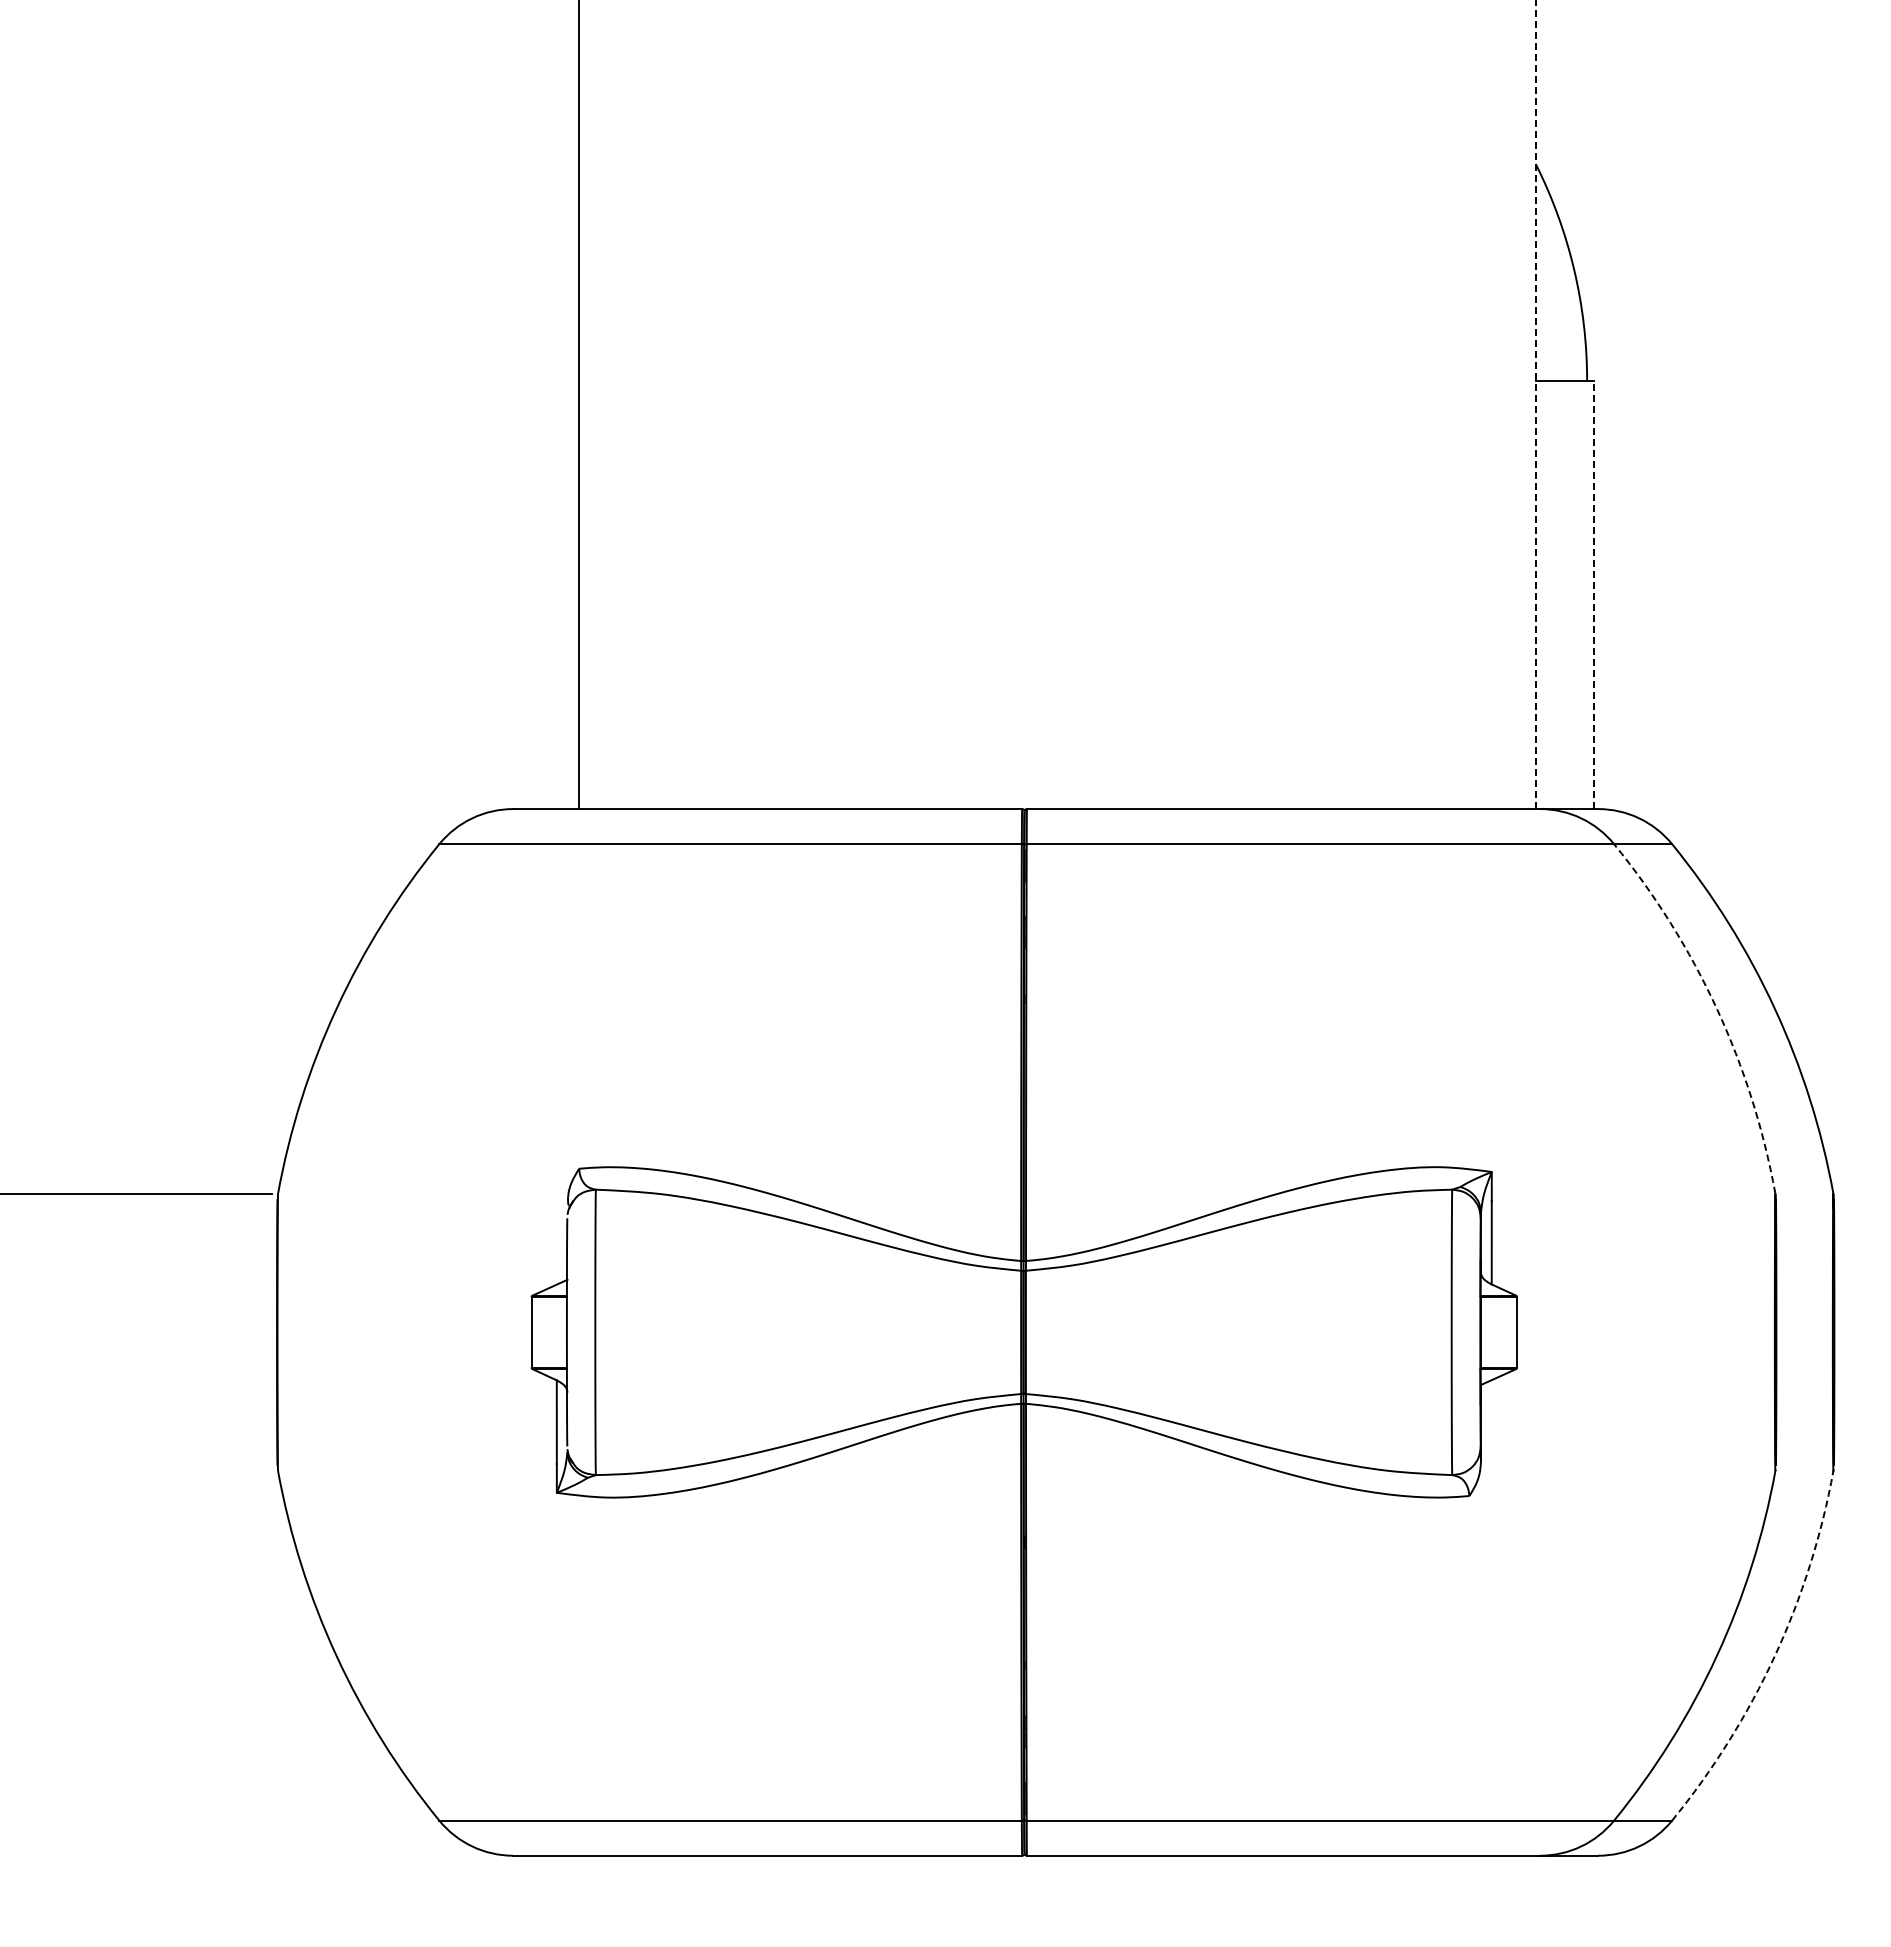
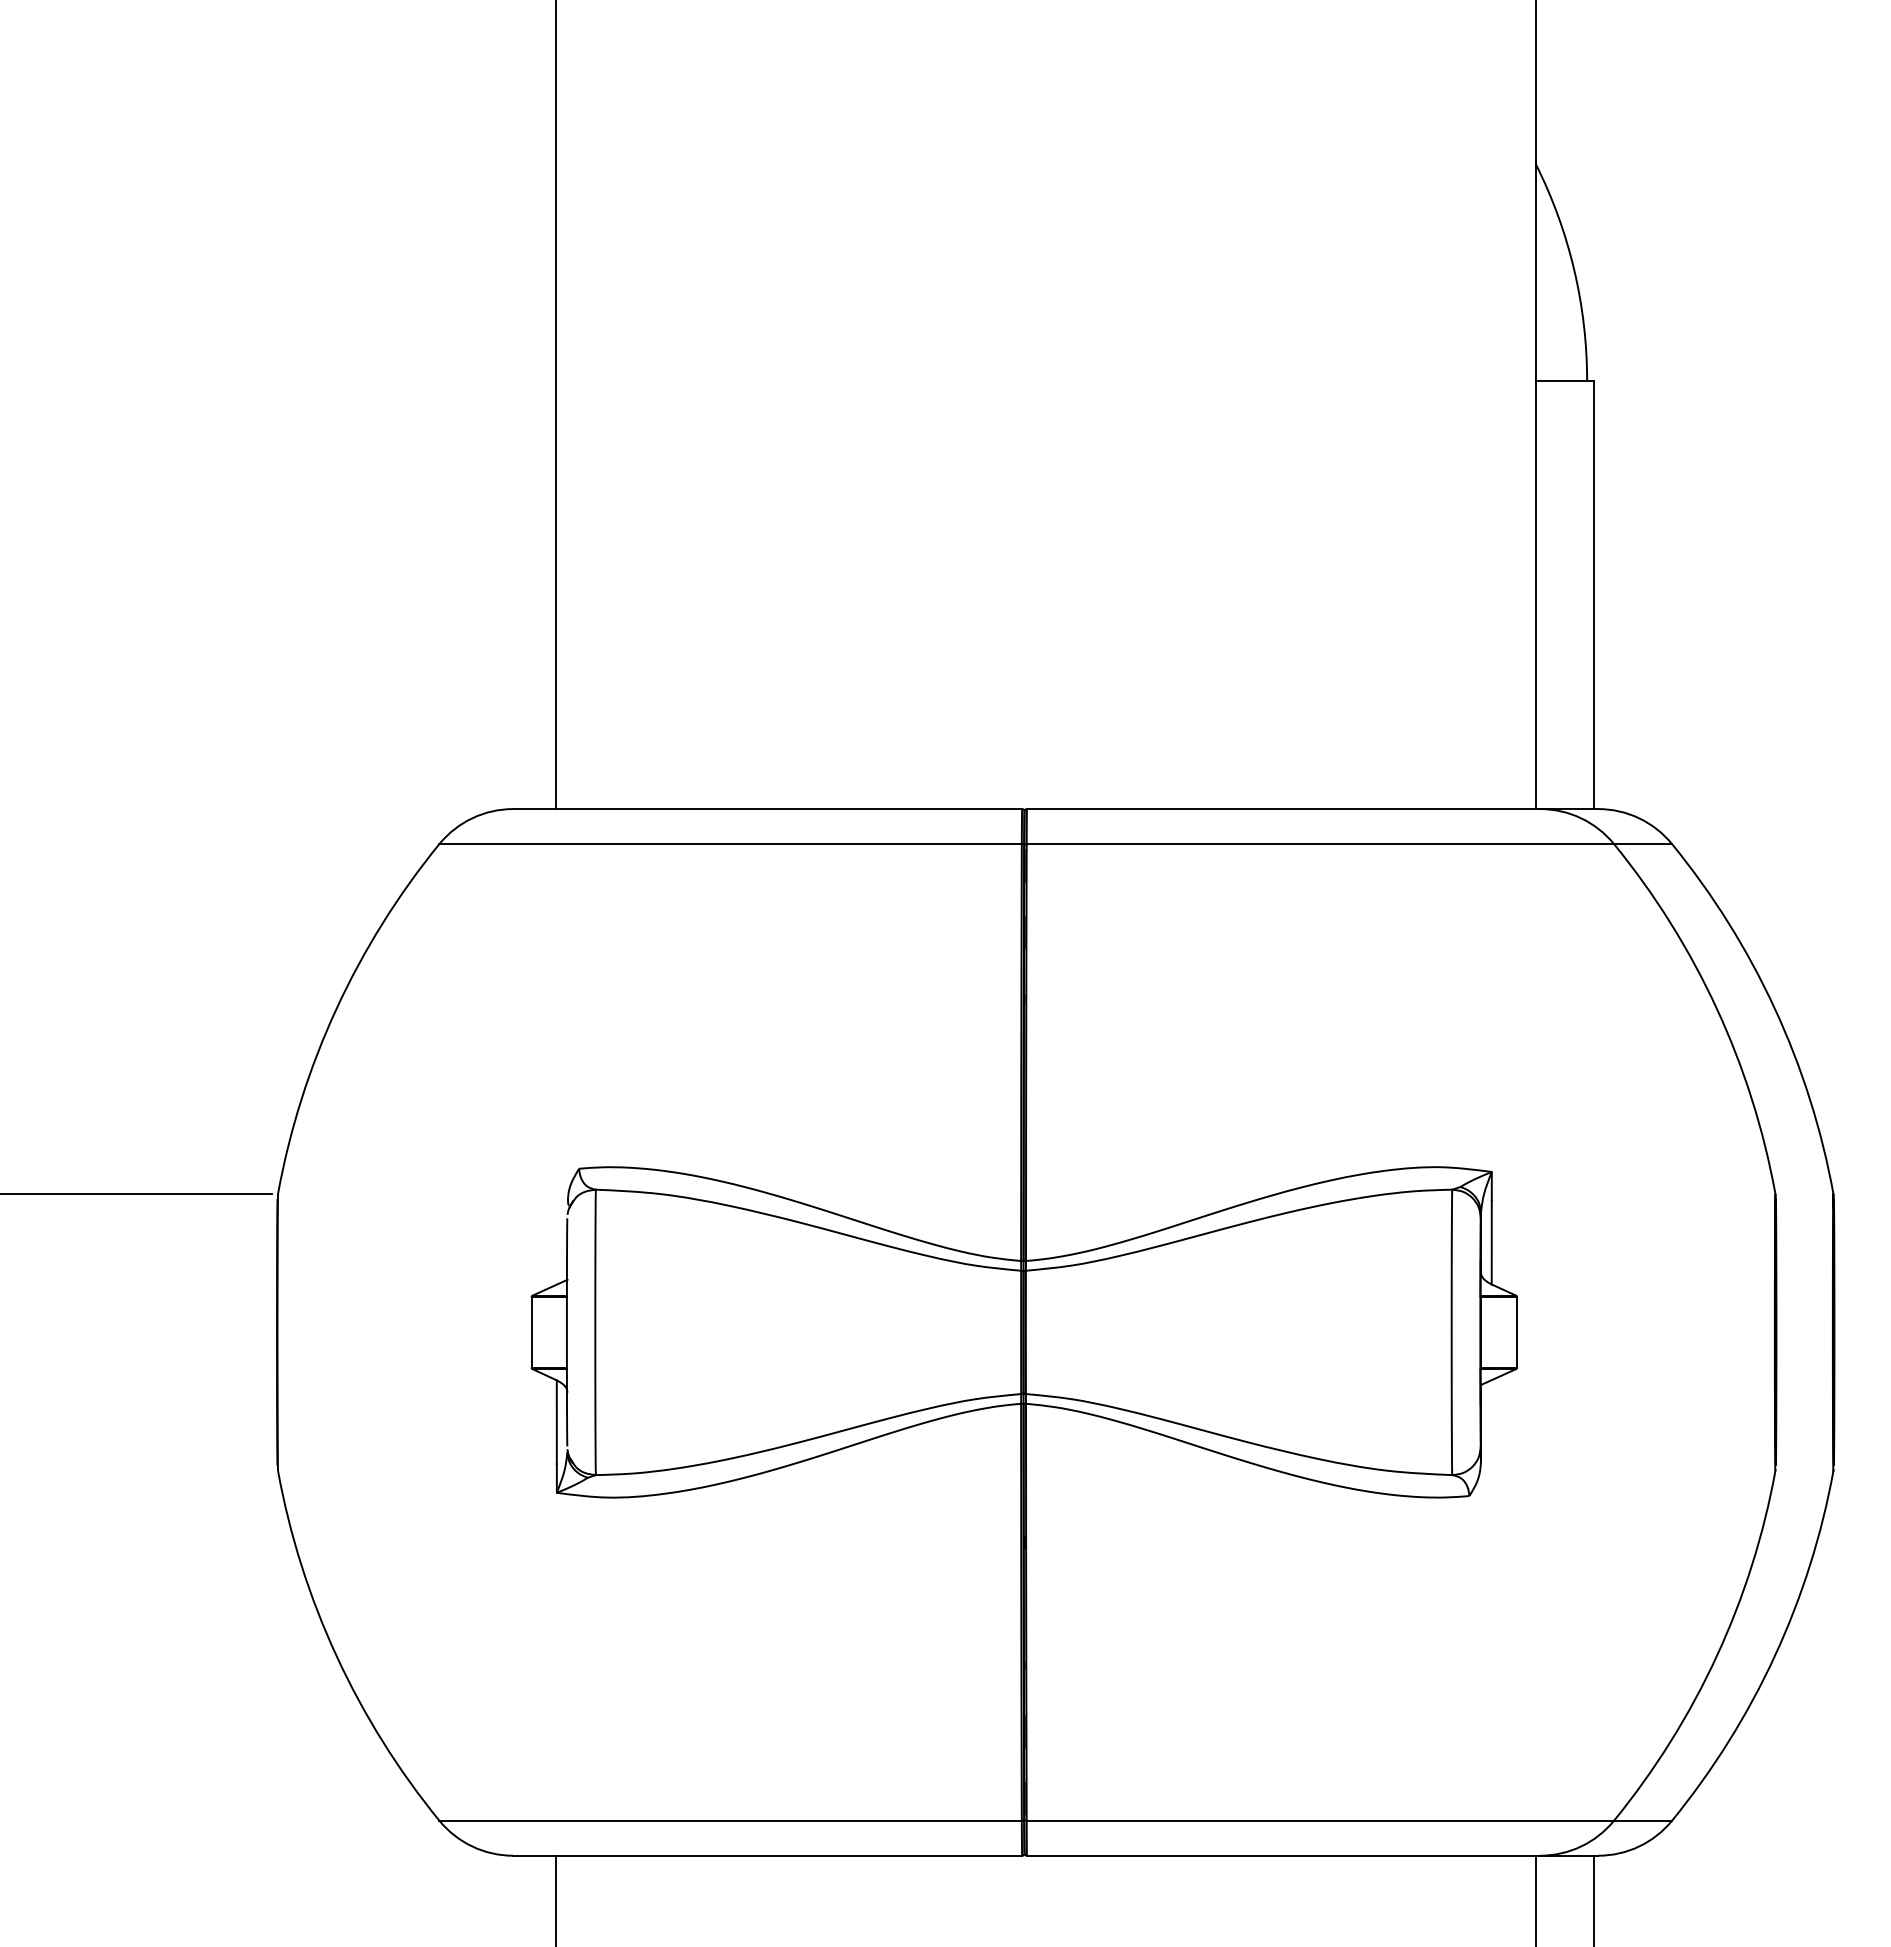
line at (1535, 404): dashed -> solid
line at (578, 405) position: (578, 405) -> (555, 405)
line at (1593, 594): dashed -> solid
arc at (1716, 1008): dashed -> solid
arc at (1774, 1655): dashed -> solid
line at (555, 1899): none -> present
line at (1535, 1899): none -> present
line at (1593, 1899): none -> present
